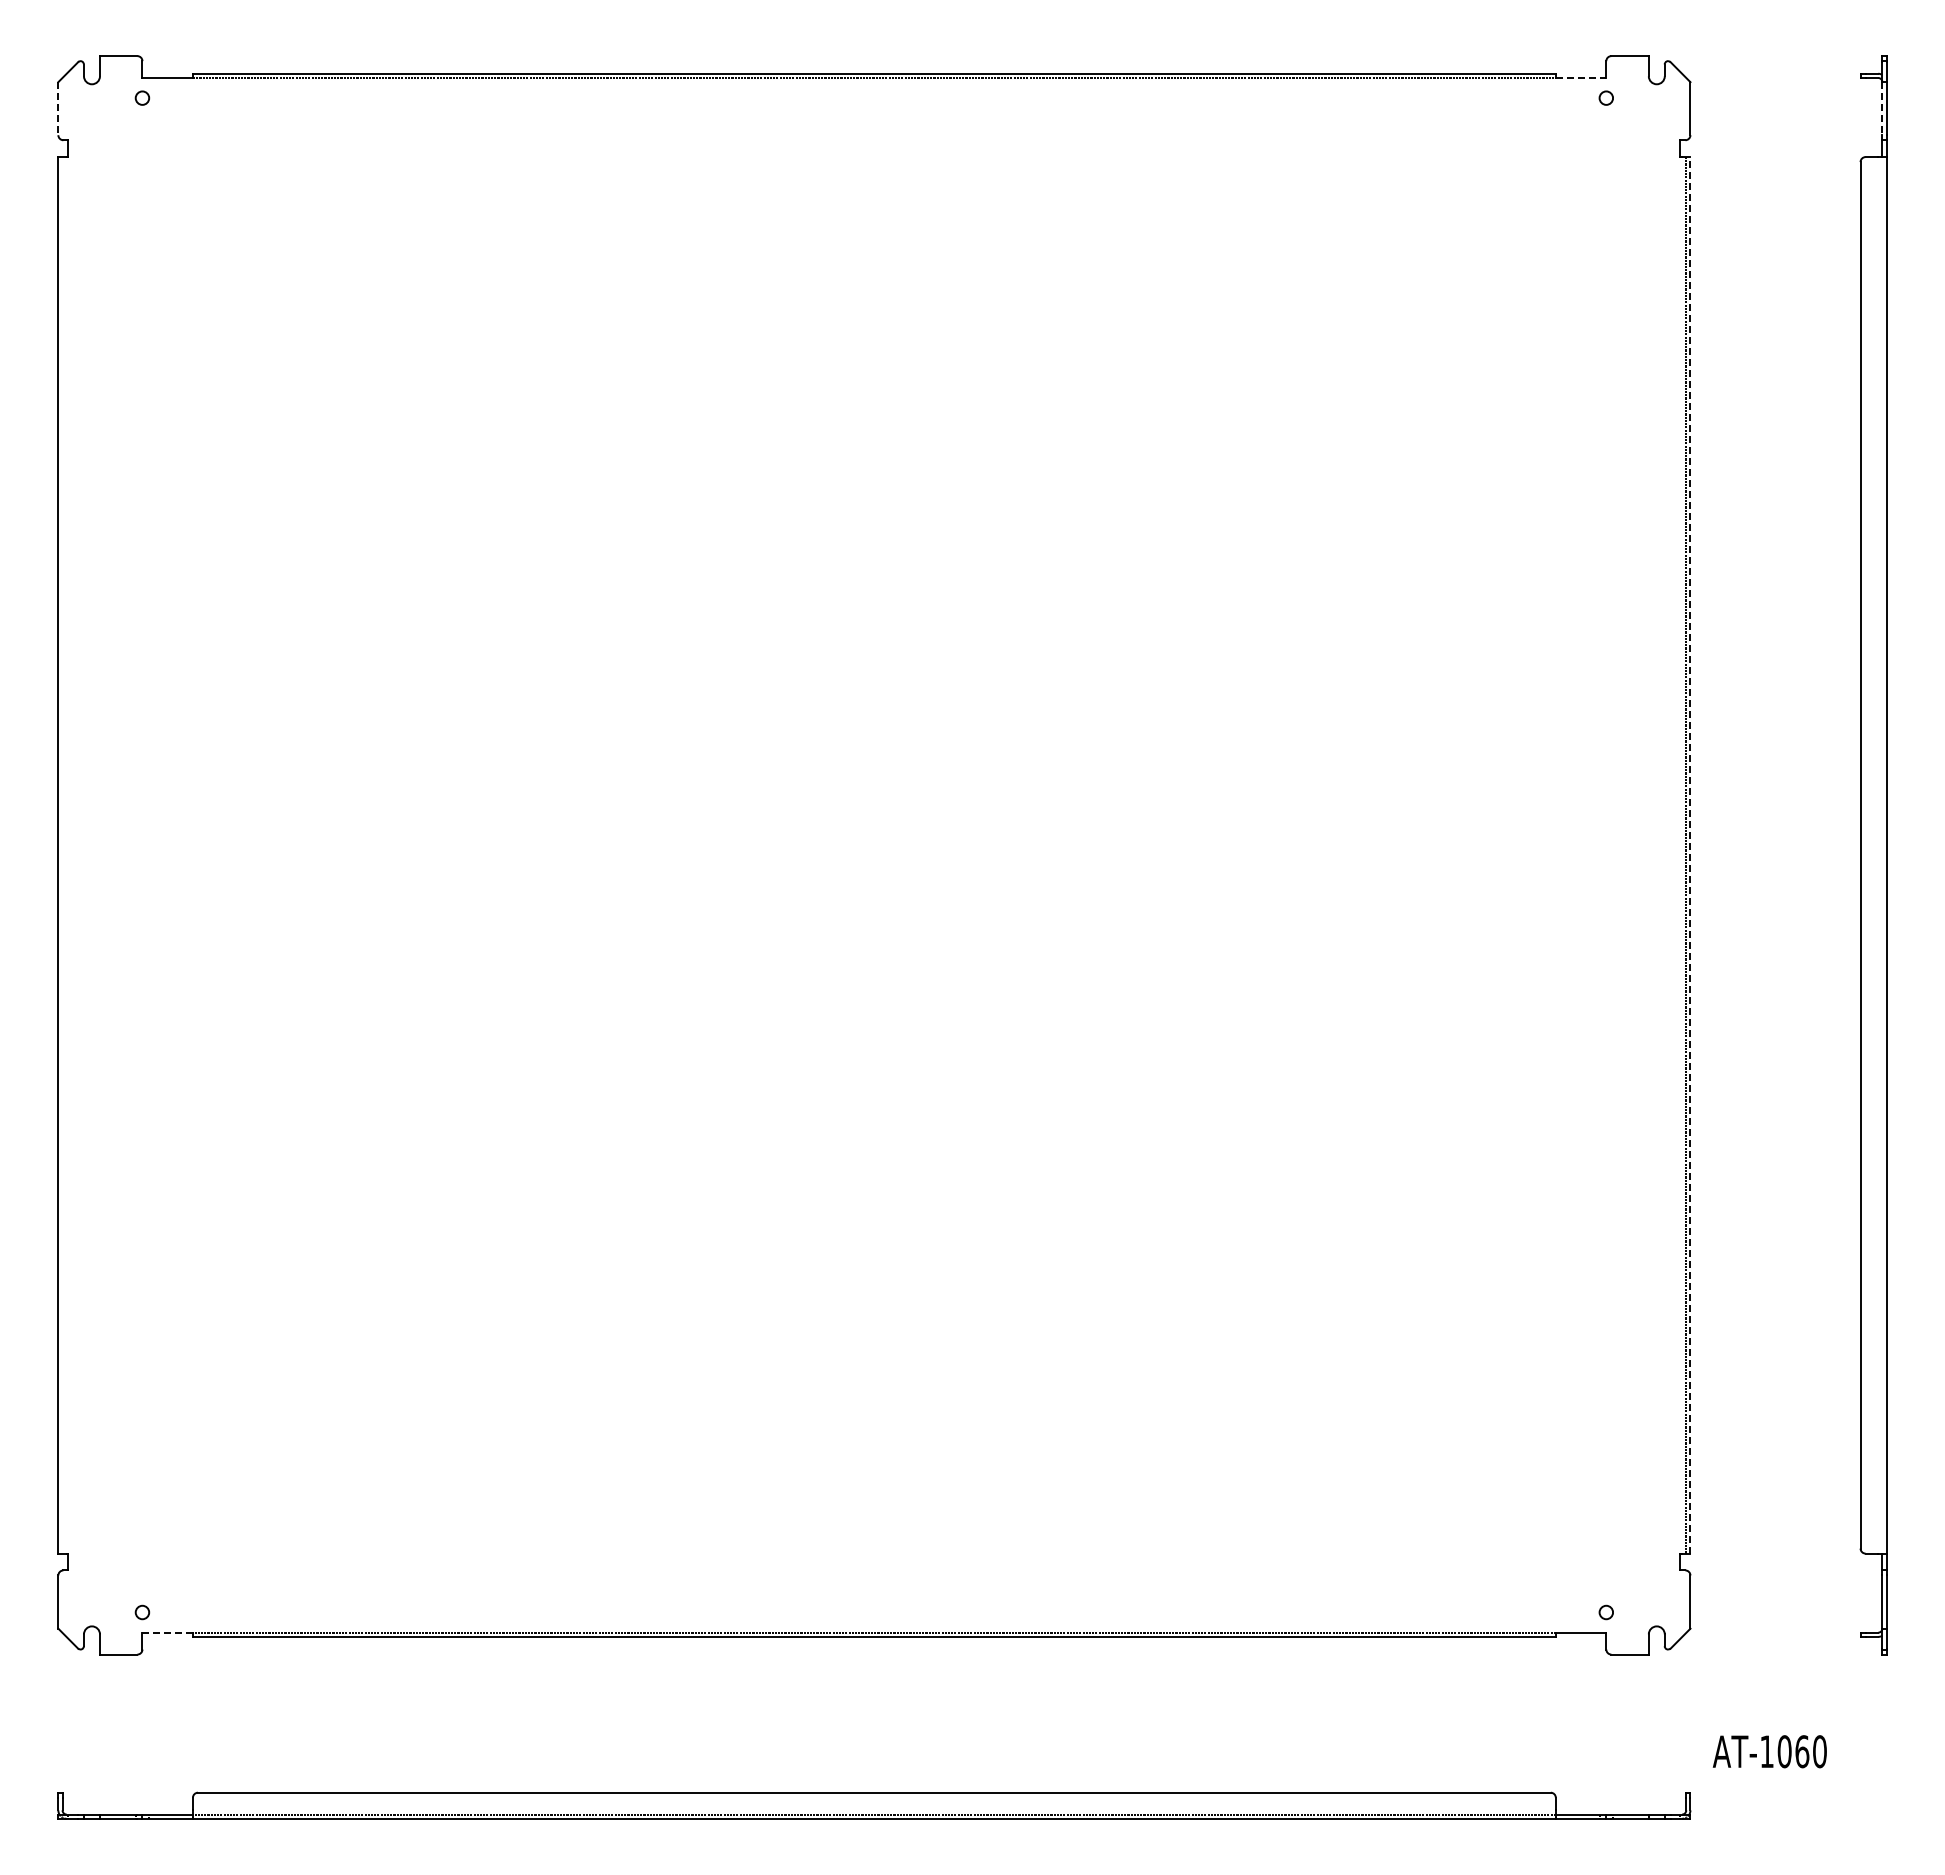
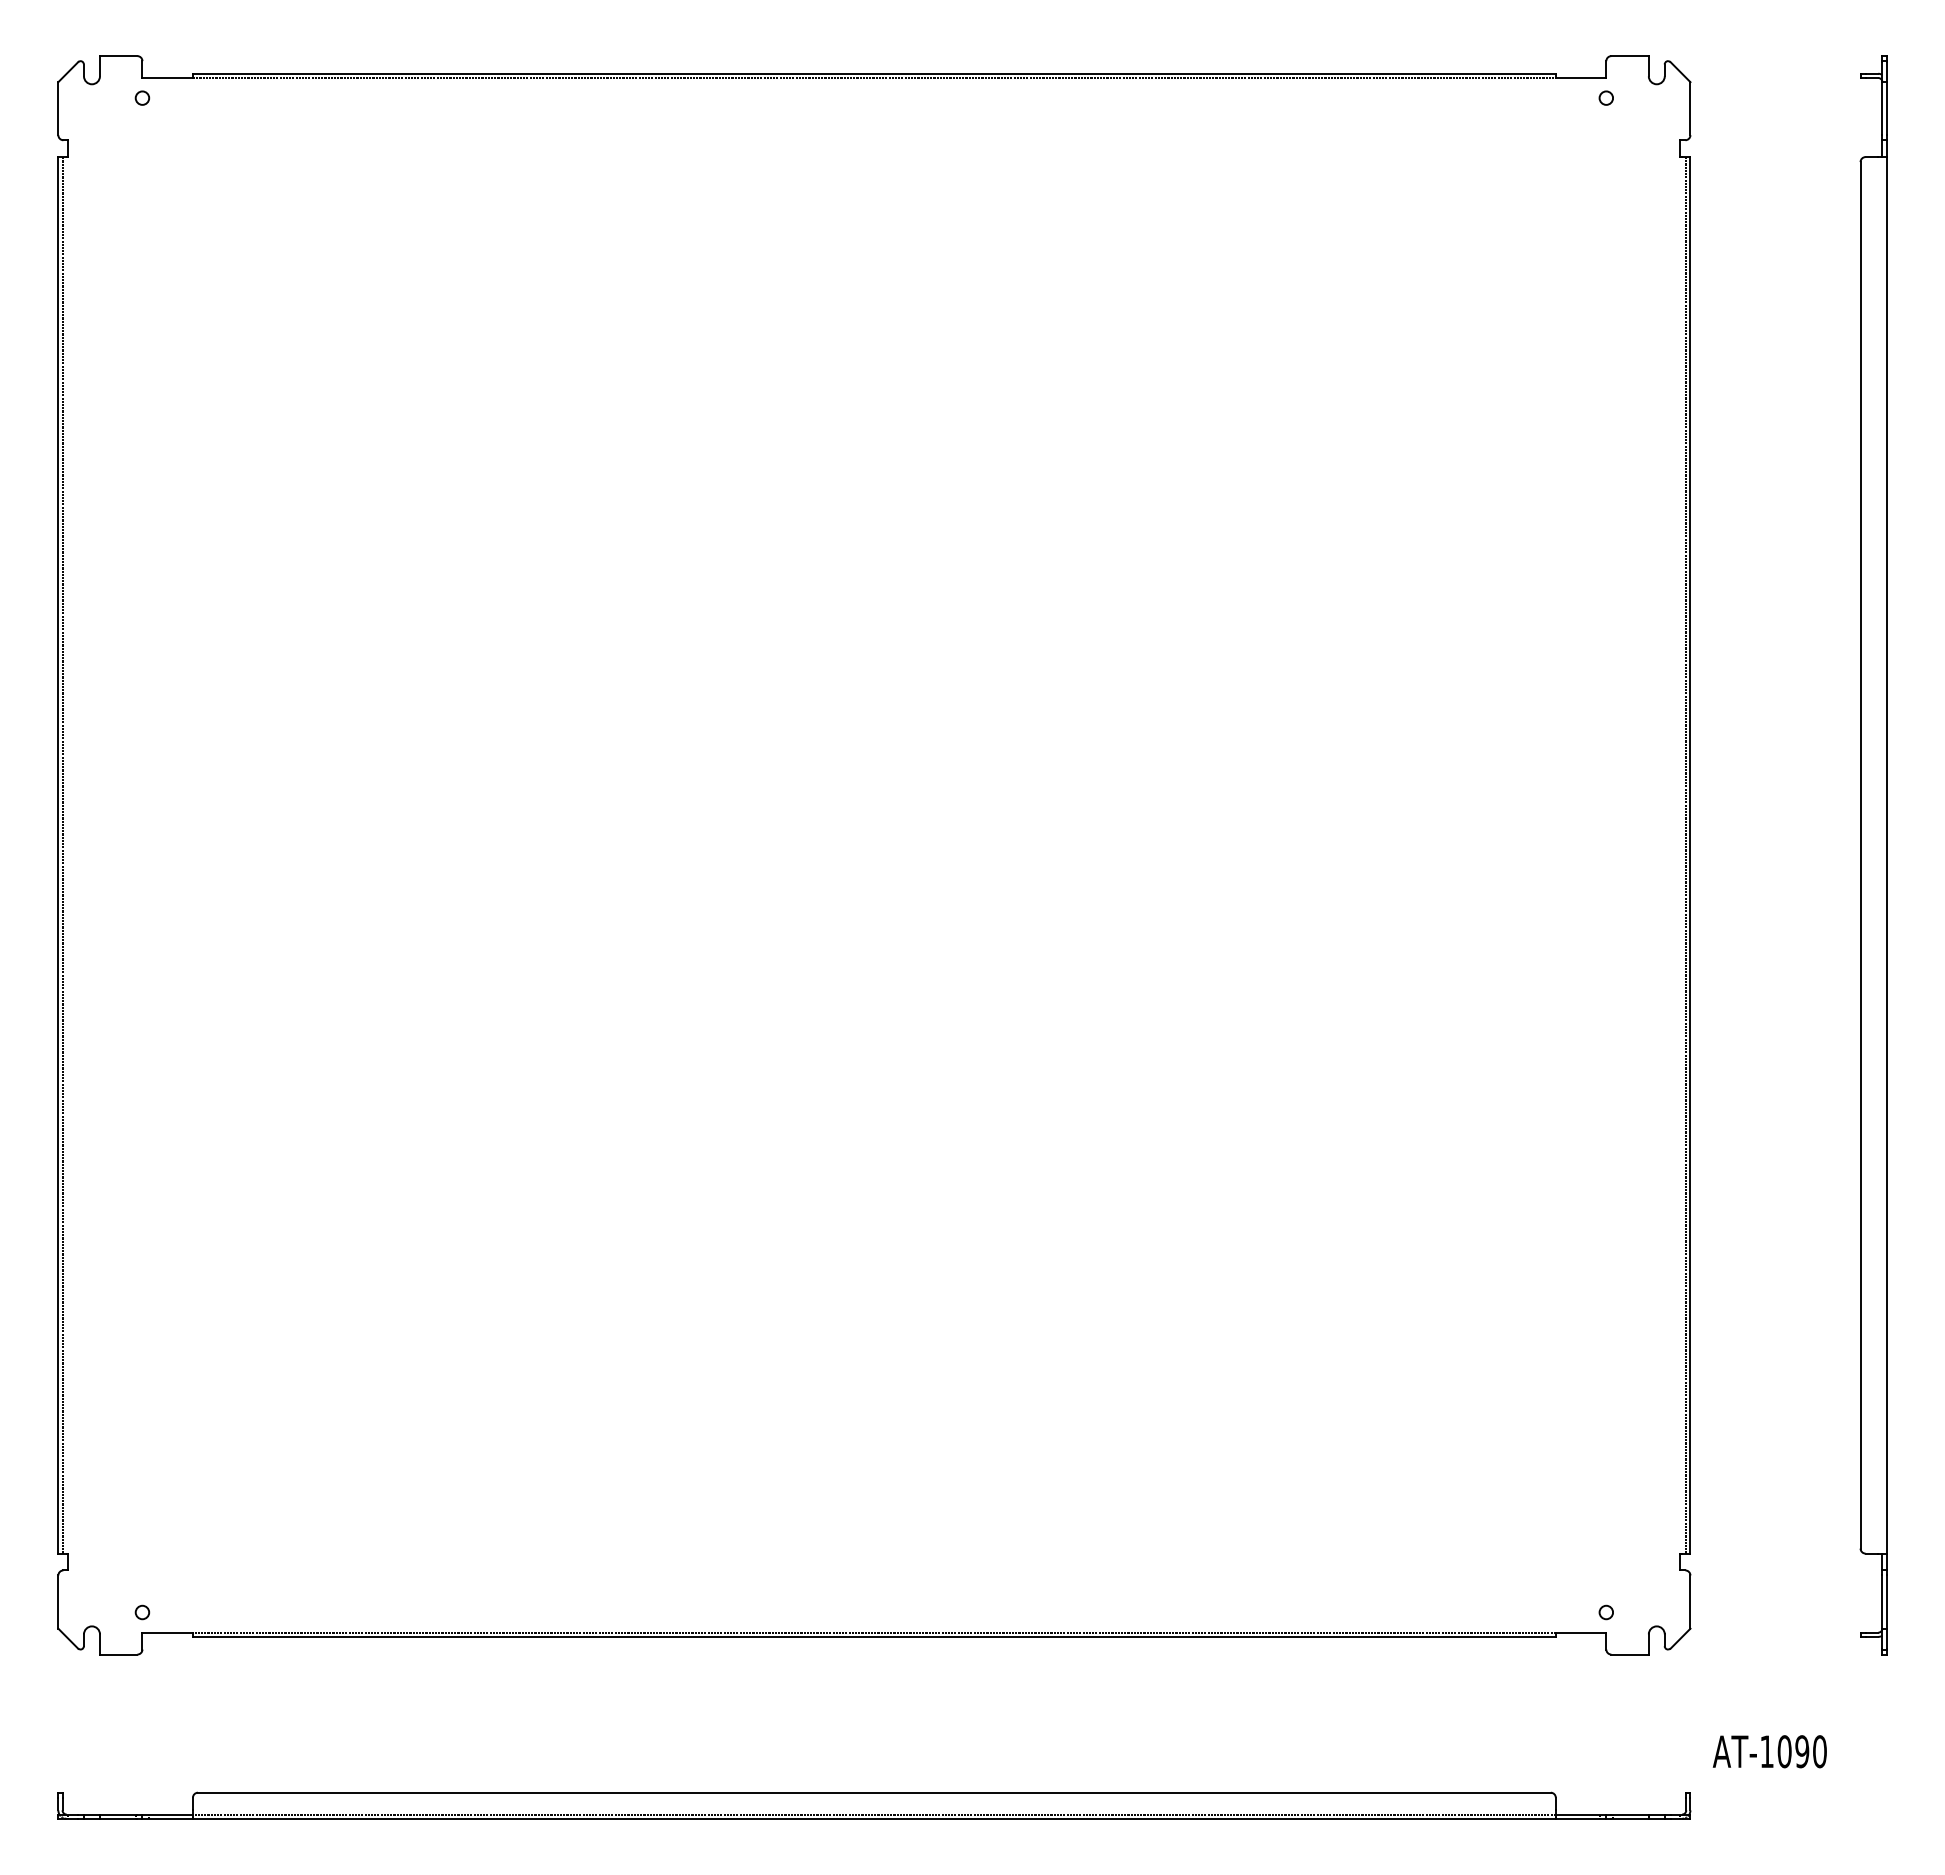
line at (1581, 77): dashed -> solid
line at (58, 108): dashed -> solid
line at (1882, 108): dashed -> solid
line at (1690, 854): dashed -> solid
line at (62, 855): none -> present
line at (167, 1632): dashed -> solid
text at (1802, 1751): AT-1060 -> AT-1090
